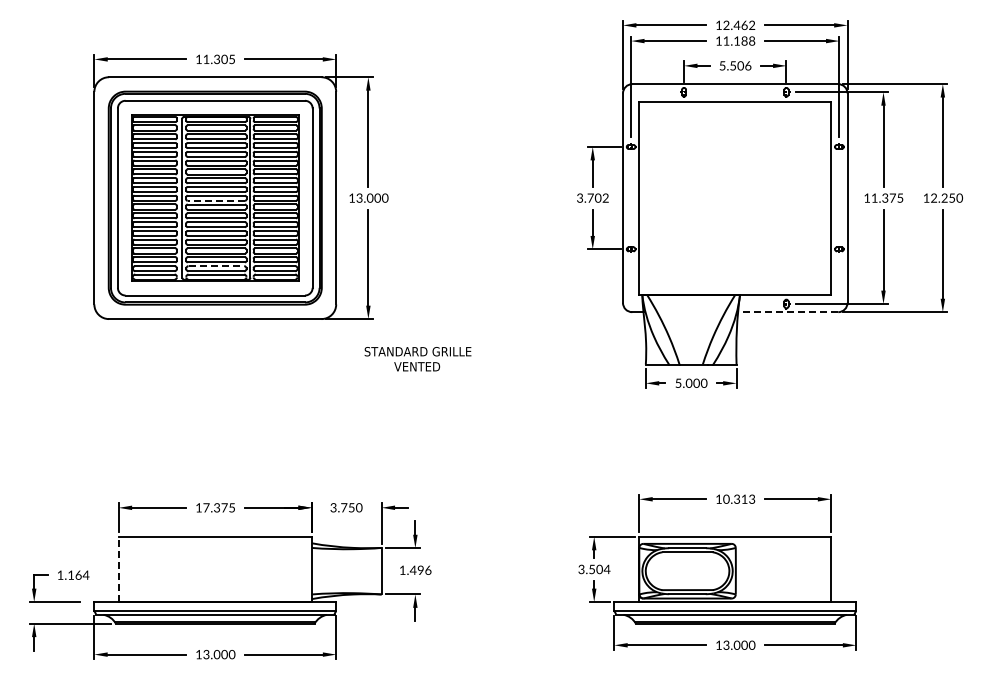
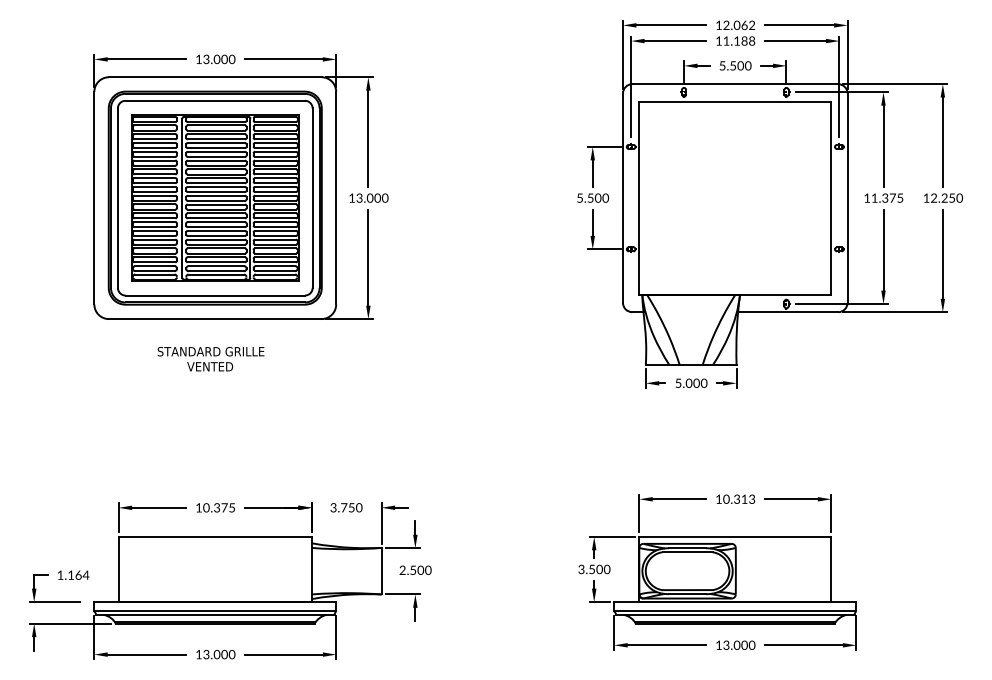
text at (736, 24): 12.462 -> 12.062
text at (219, 58): 11.305 -> 13.000
text at (748, 65): 5.506 -> 5.500
text at (593, 197): 3.702 -> 5.500
line at (216, 200): dashed -> solid
line at (216, 266): dashed -> solid
line at (787, 312): dashed -> solid
text at (417, 359) position: (417, 359) -> (210, 359)
text at (206, 507): 17.375 -> 10.375
line at (118, 569): dashed -> solid
text at (415, 569): 1.496 -> 2.500
text at (606, 569): 3.504 -> 3.500
